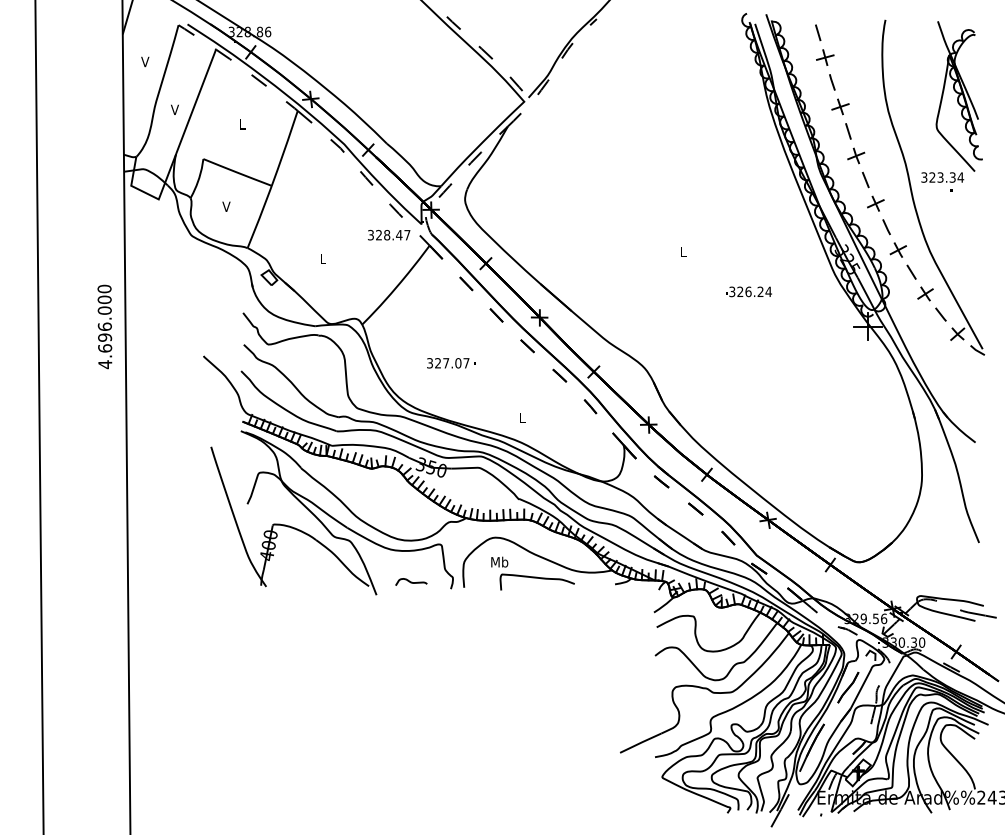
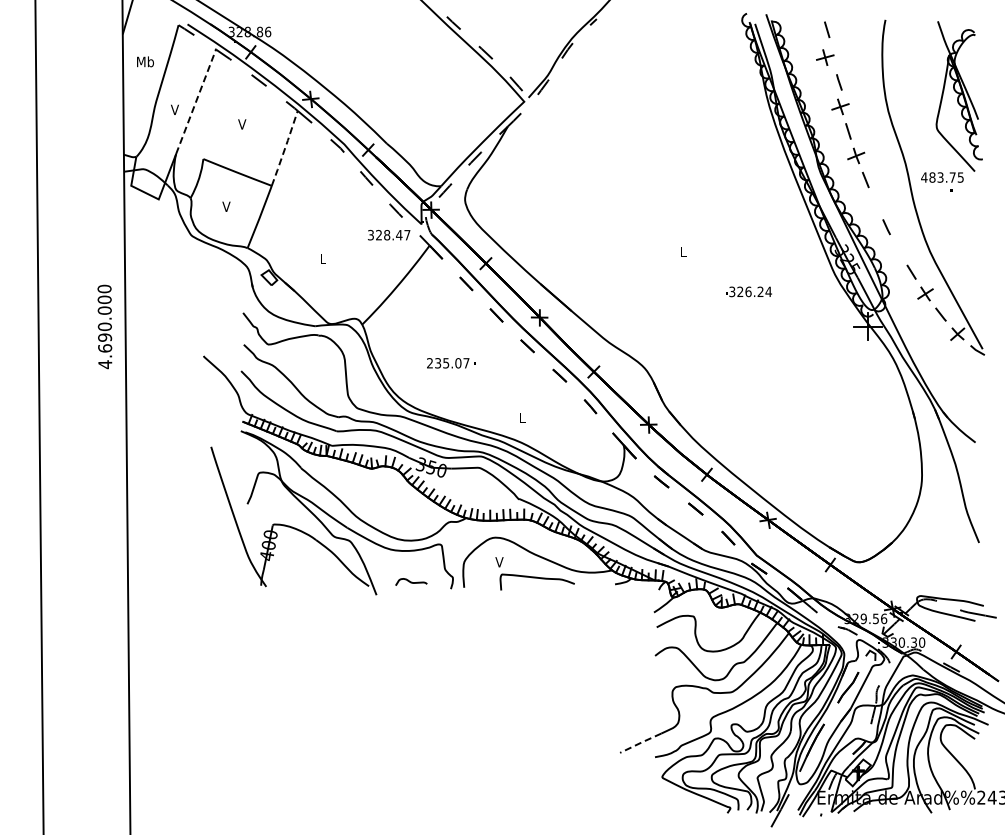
line at (818, 32) position: (818, 32) -> (827, 29)
text at (145, 61): V -> Mb
line at (832, 82) position: (832, 82) -> (839, 82)
line at (196, 101): solid -> dashed
text at (242, 124): L -> V
line at (285, 148): solid -> dashed
text at (942, 177): 323.34 -> 483.75
part at (875, 203): present -> none
part at (897, 249): present -> none
text at (104, 326): 4.696.000 -> 4.690.000
text at (438, 363): 327.07 -> 235.07
text at (499, 561): Mb -> V
line at (640, 742): solid -> dashed
